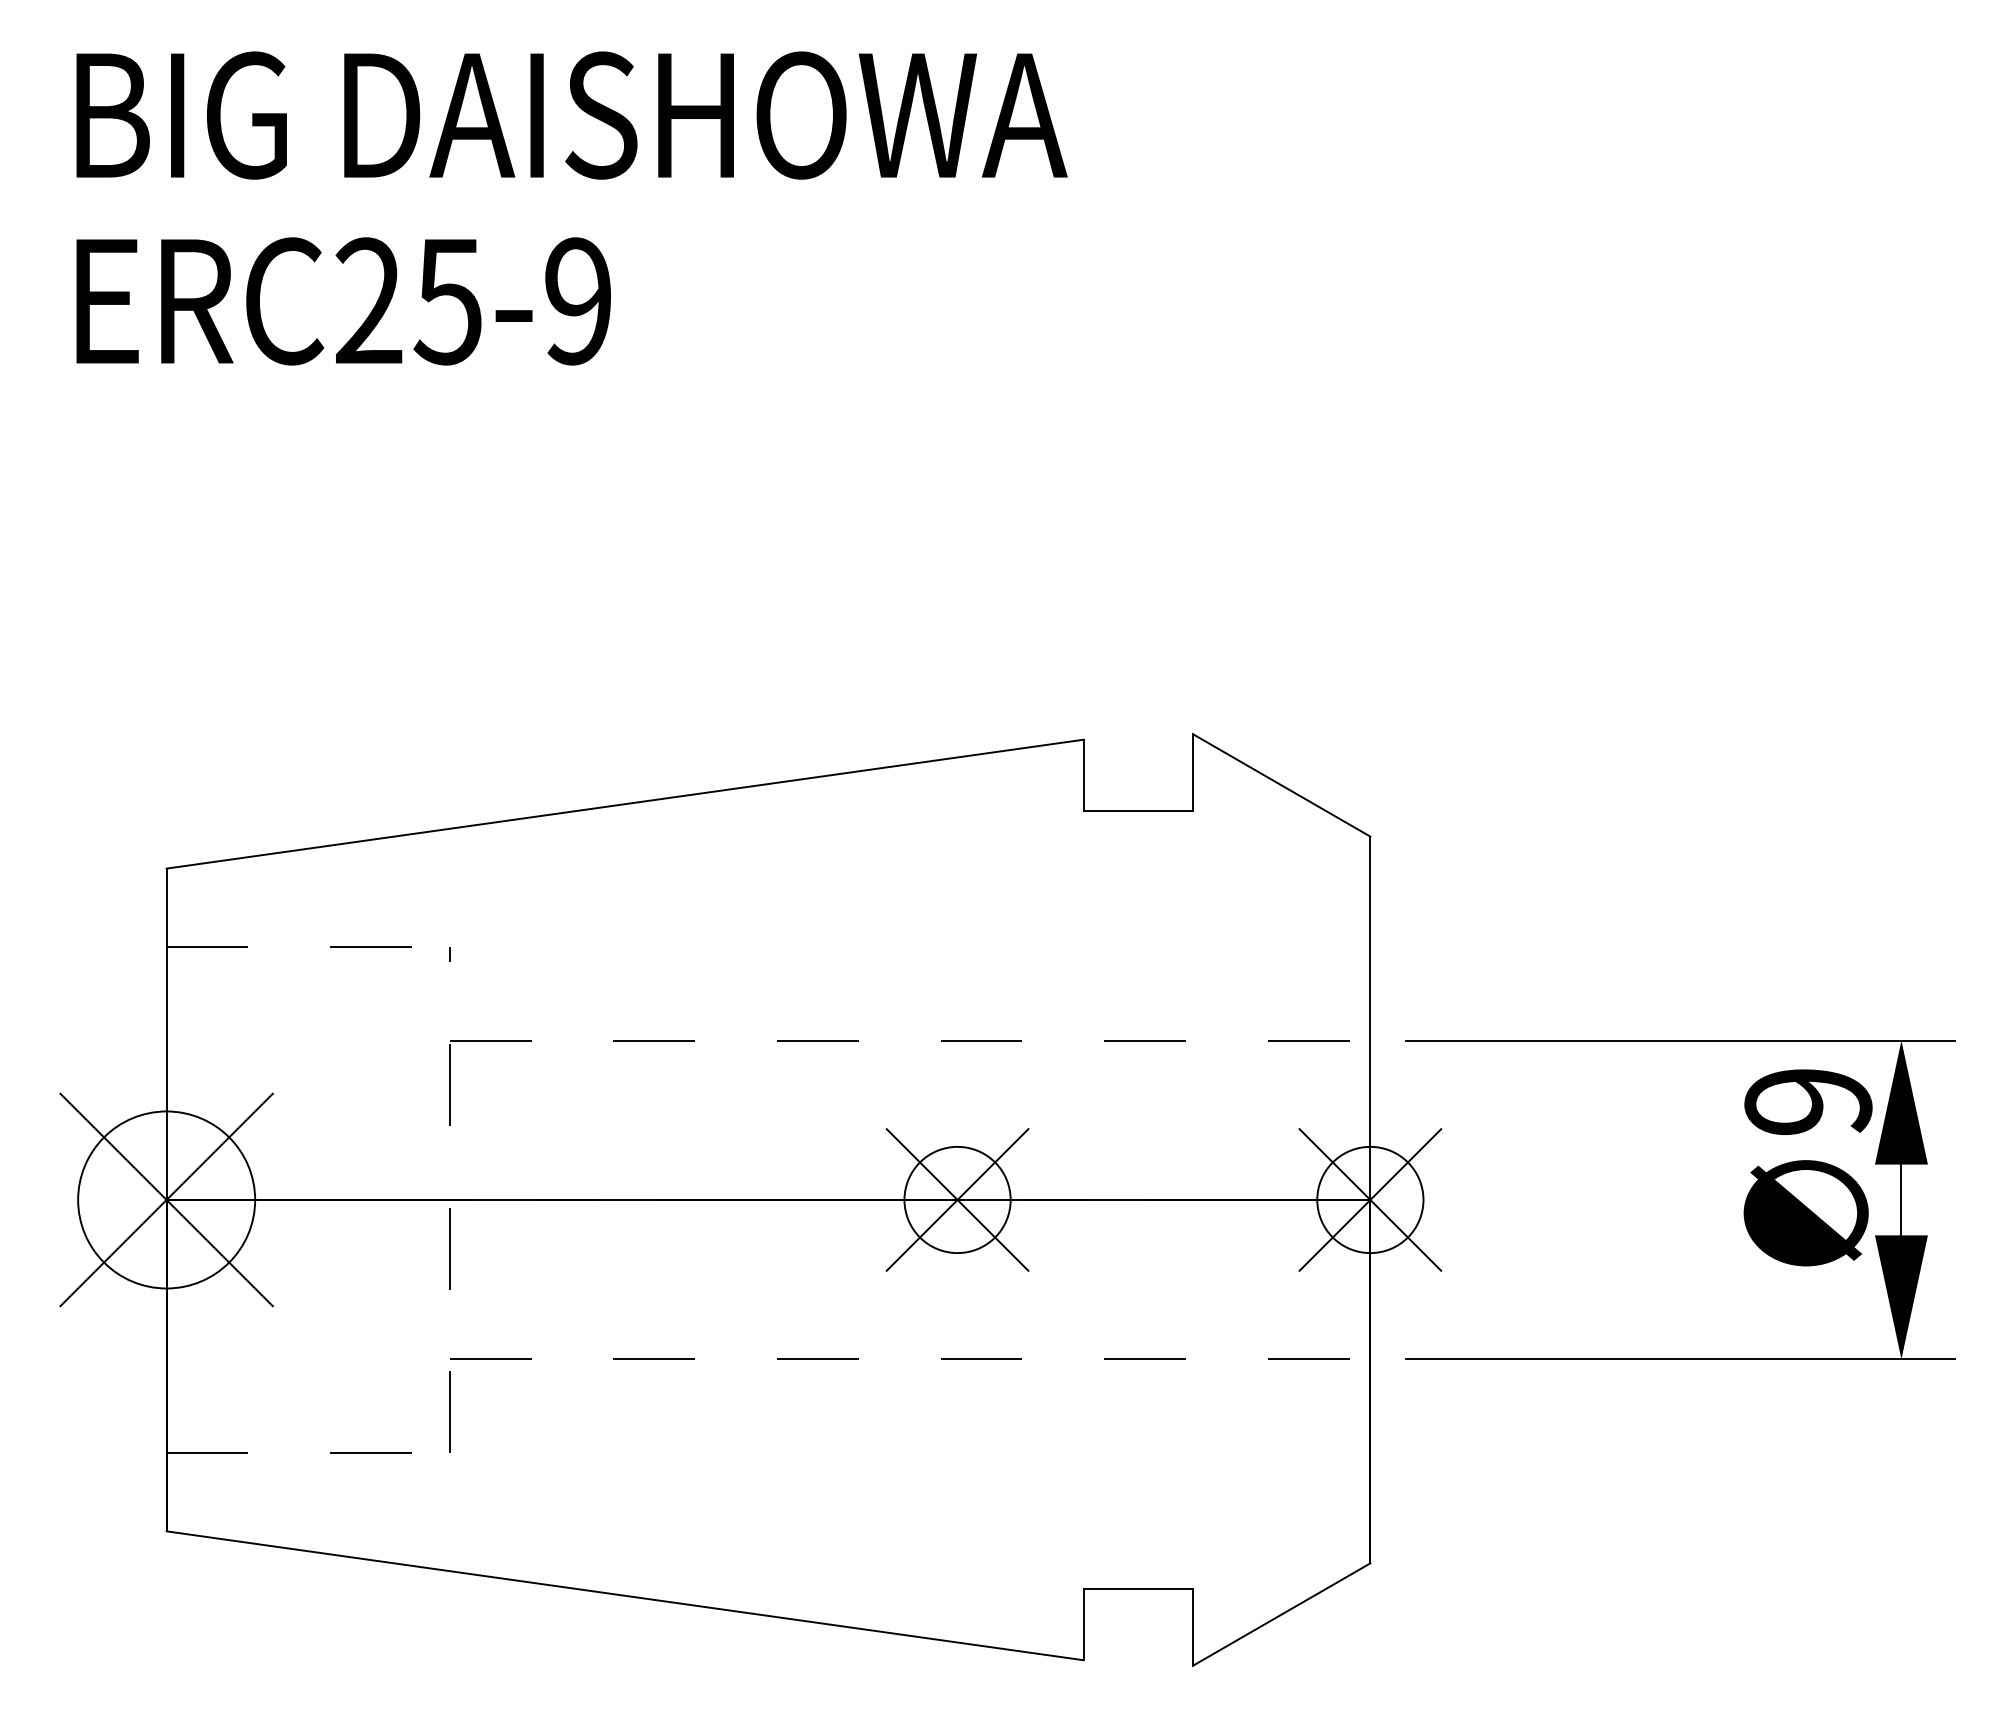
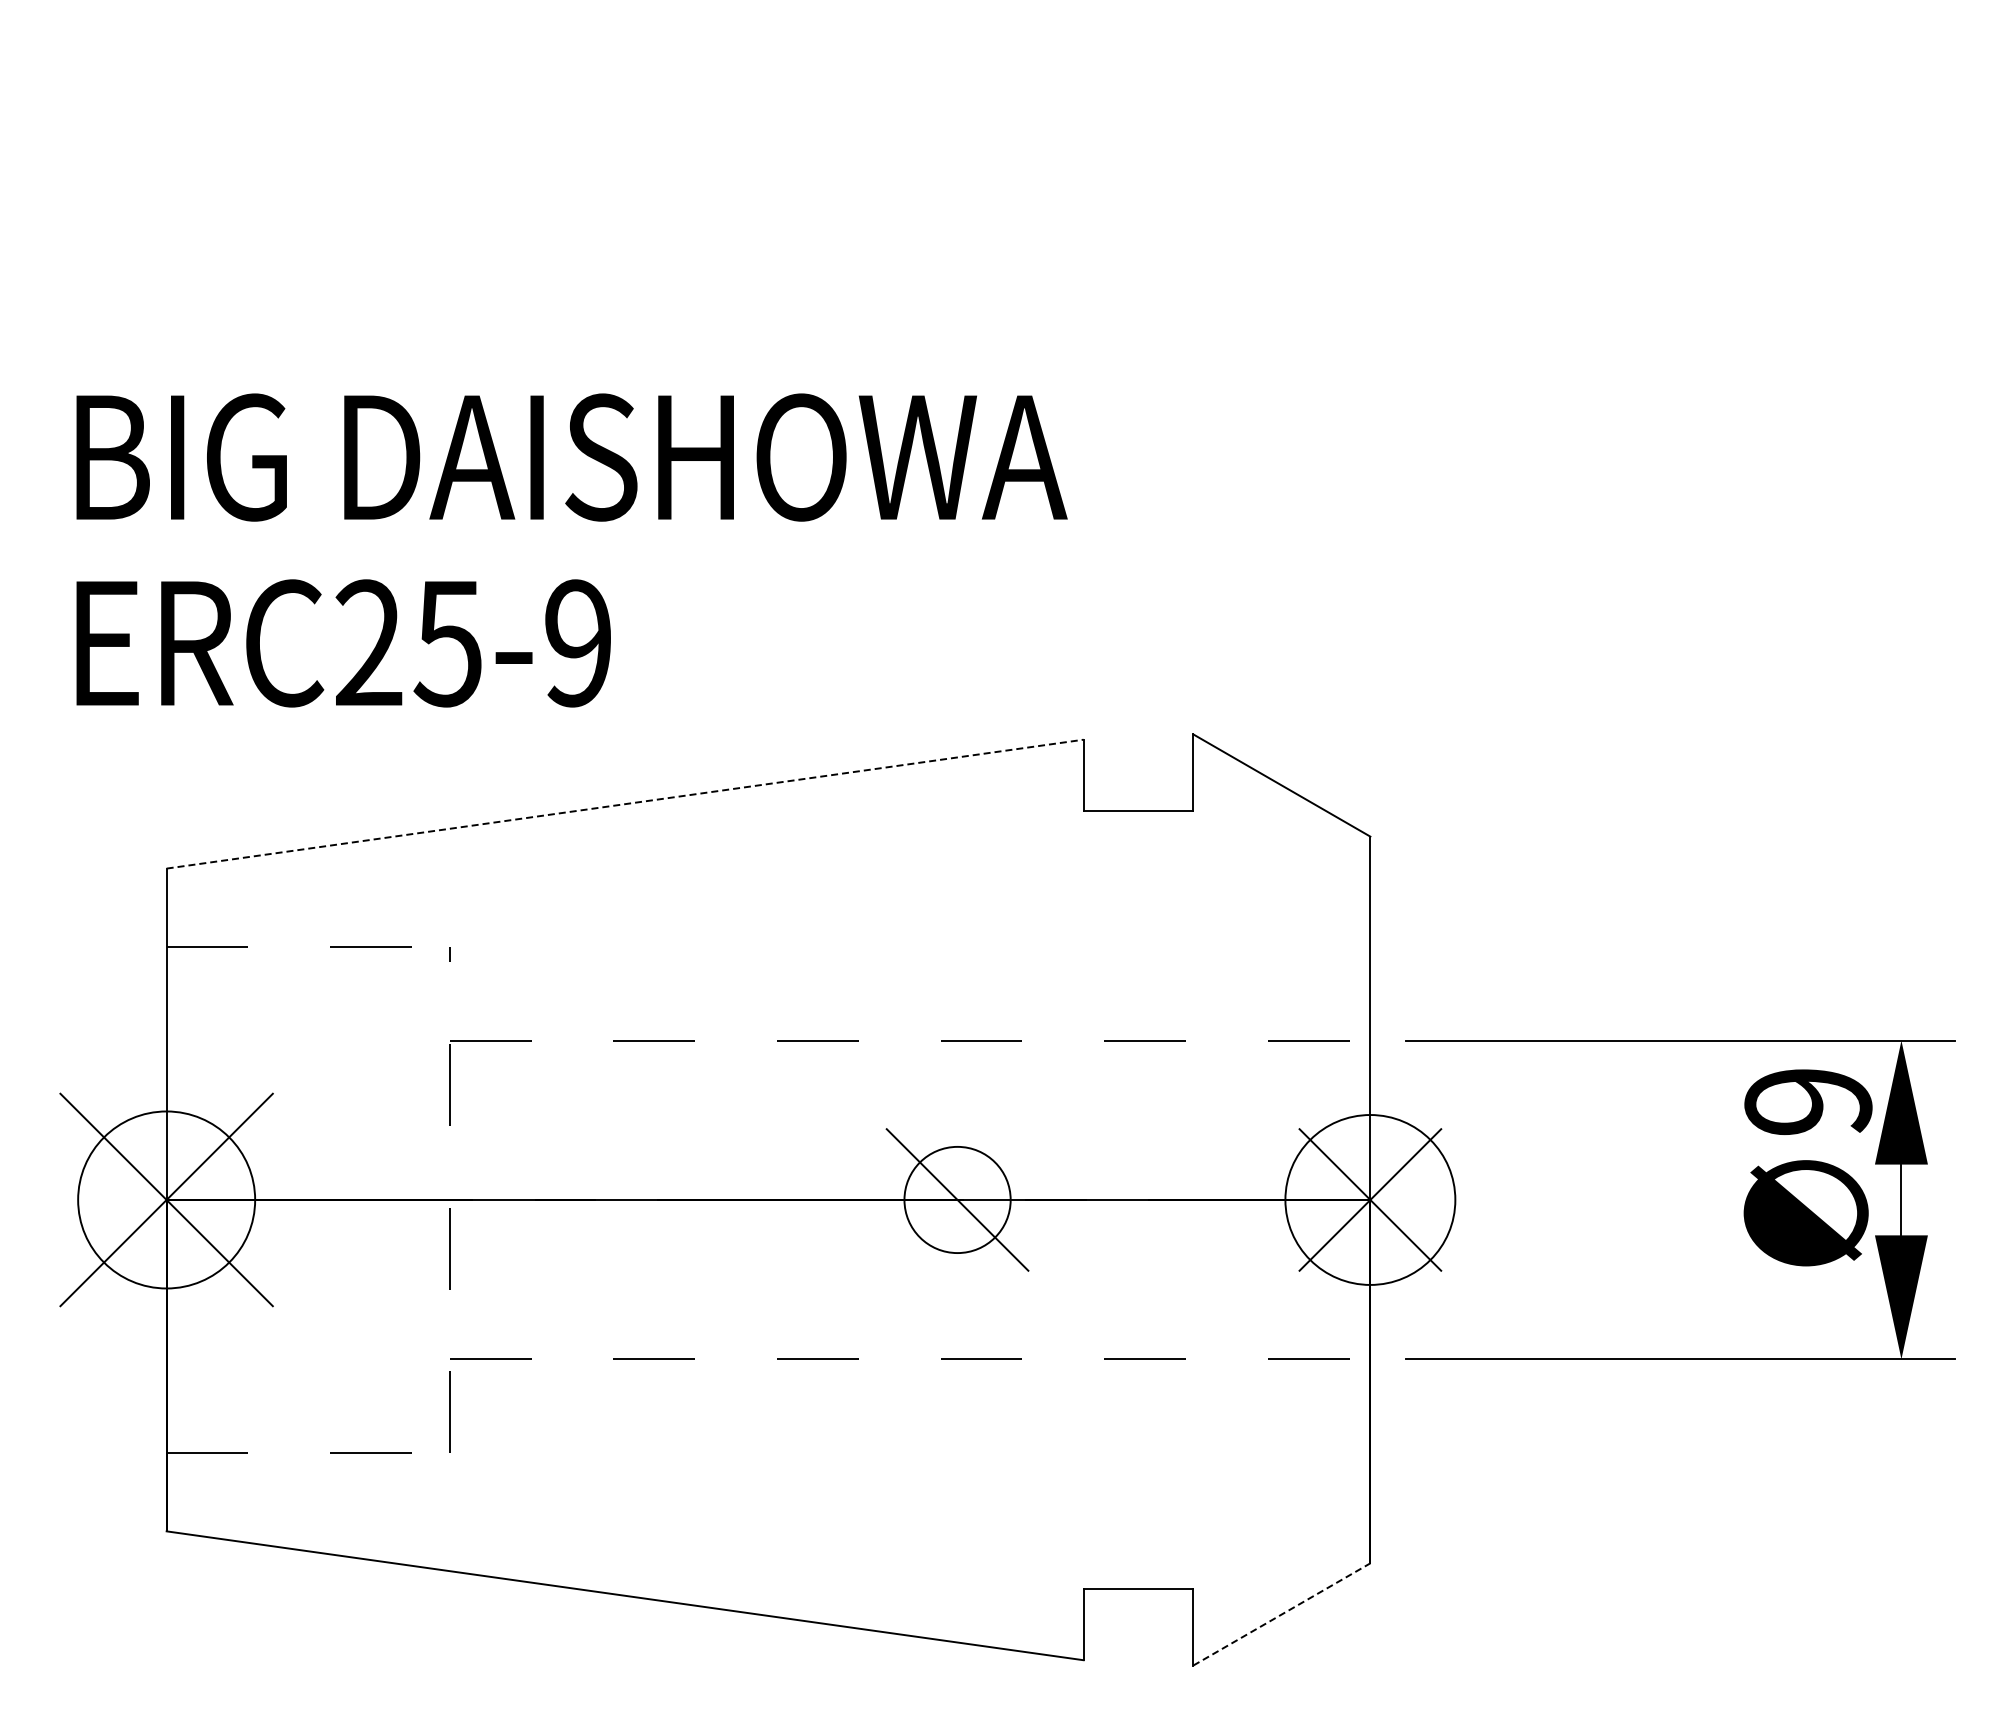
text at (571, 208) position: (571, 208) -> (571, 550)
line at (625, 804): solid -> dashed
line at (957, 1199): present -> none
circle at (1370, 1199) diameter: 106 px -> 170 px
line at (1282, 1614): solid -> dashed
